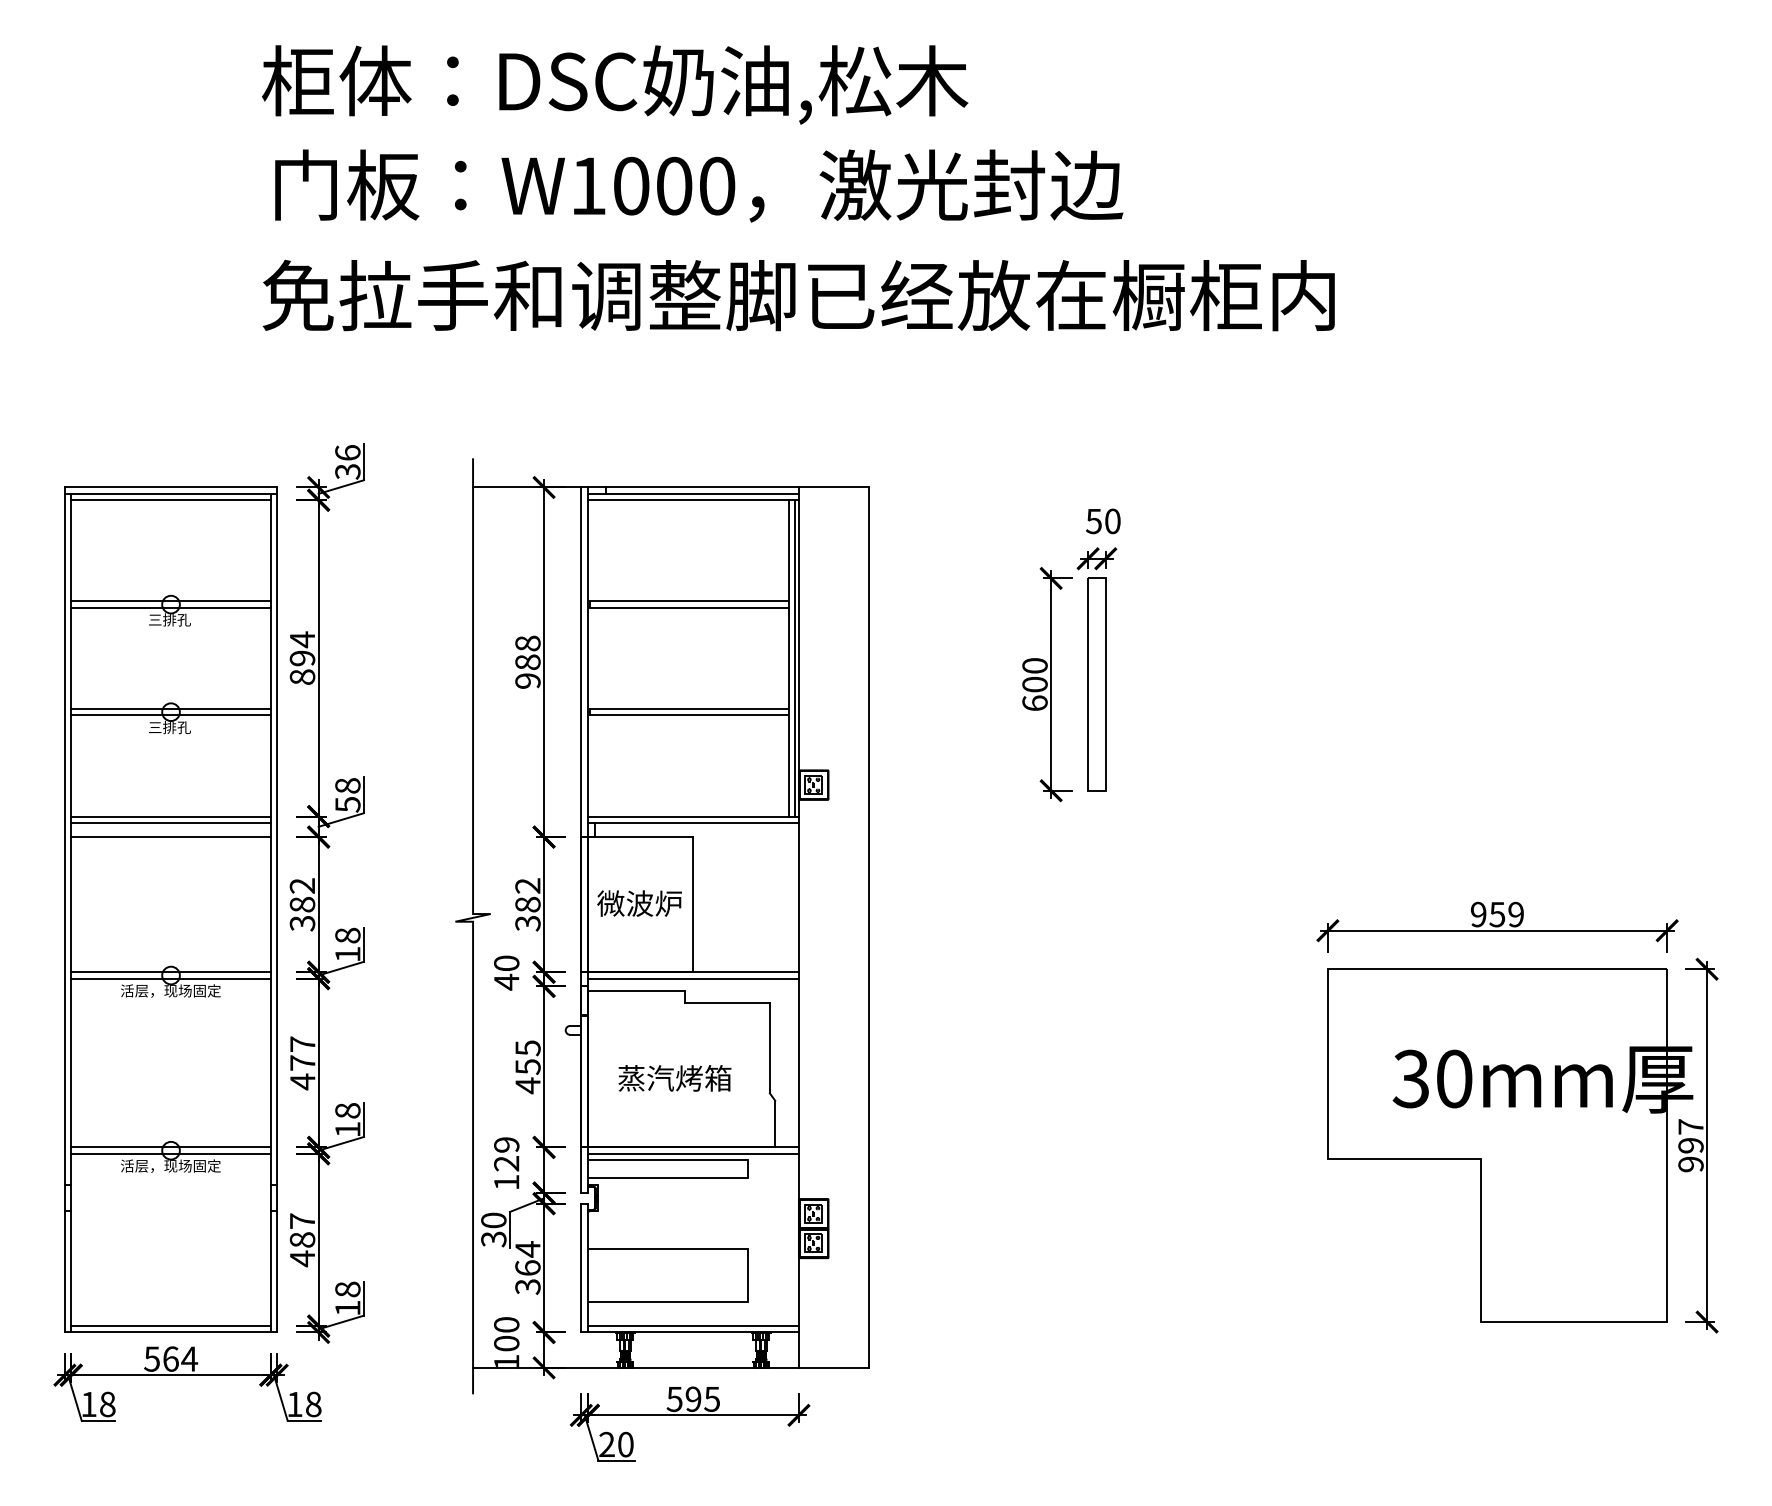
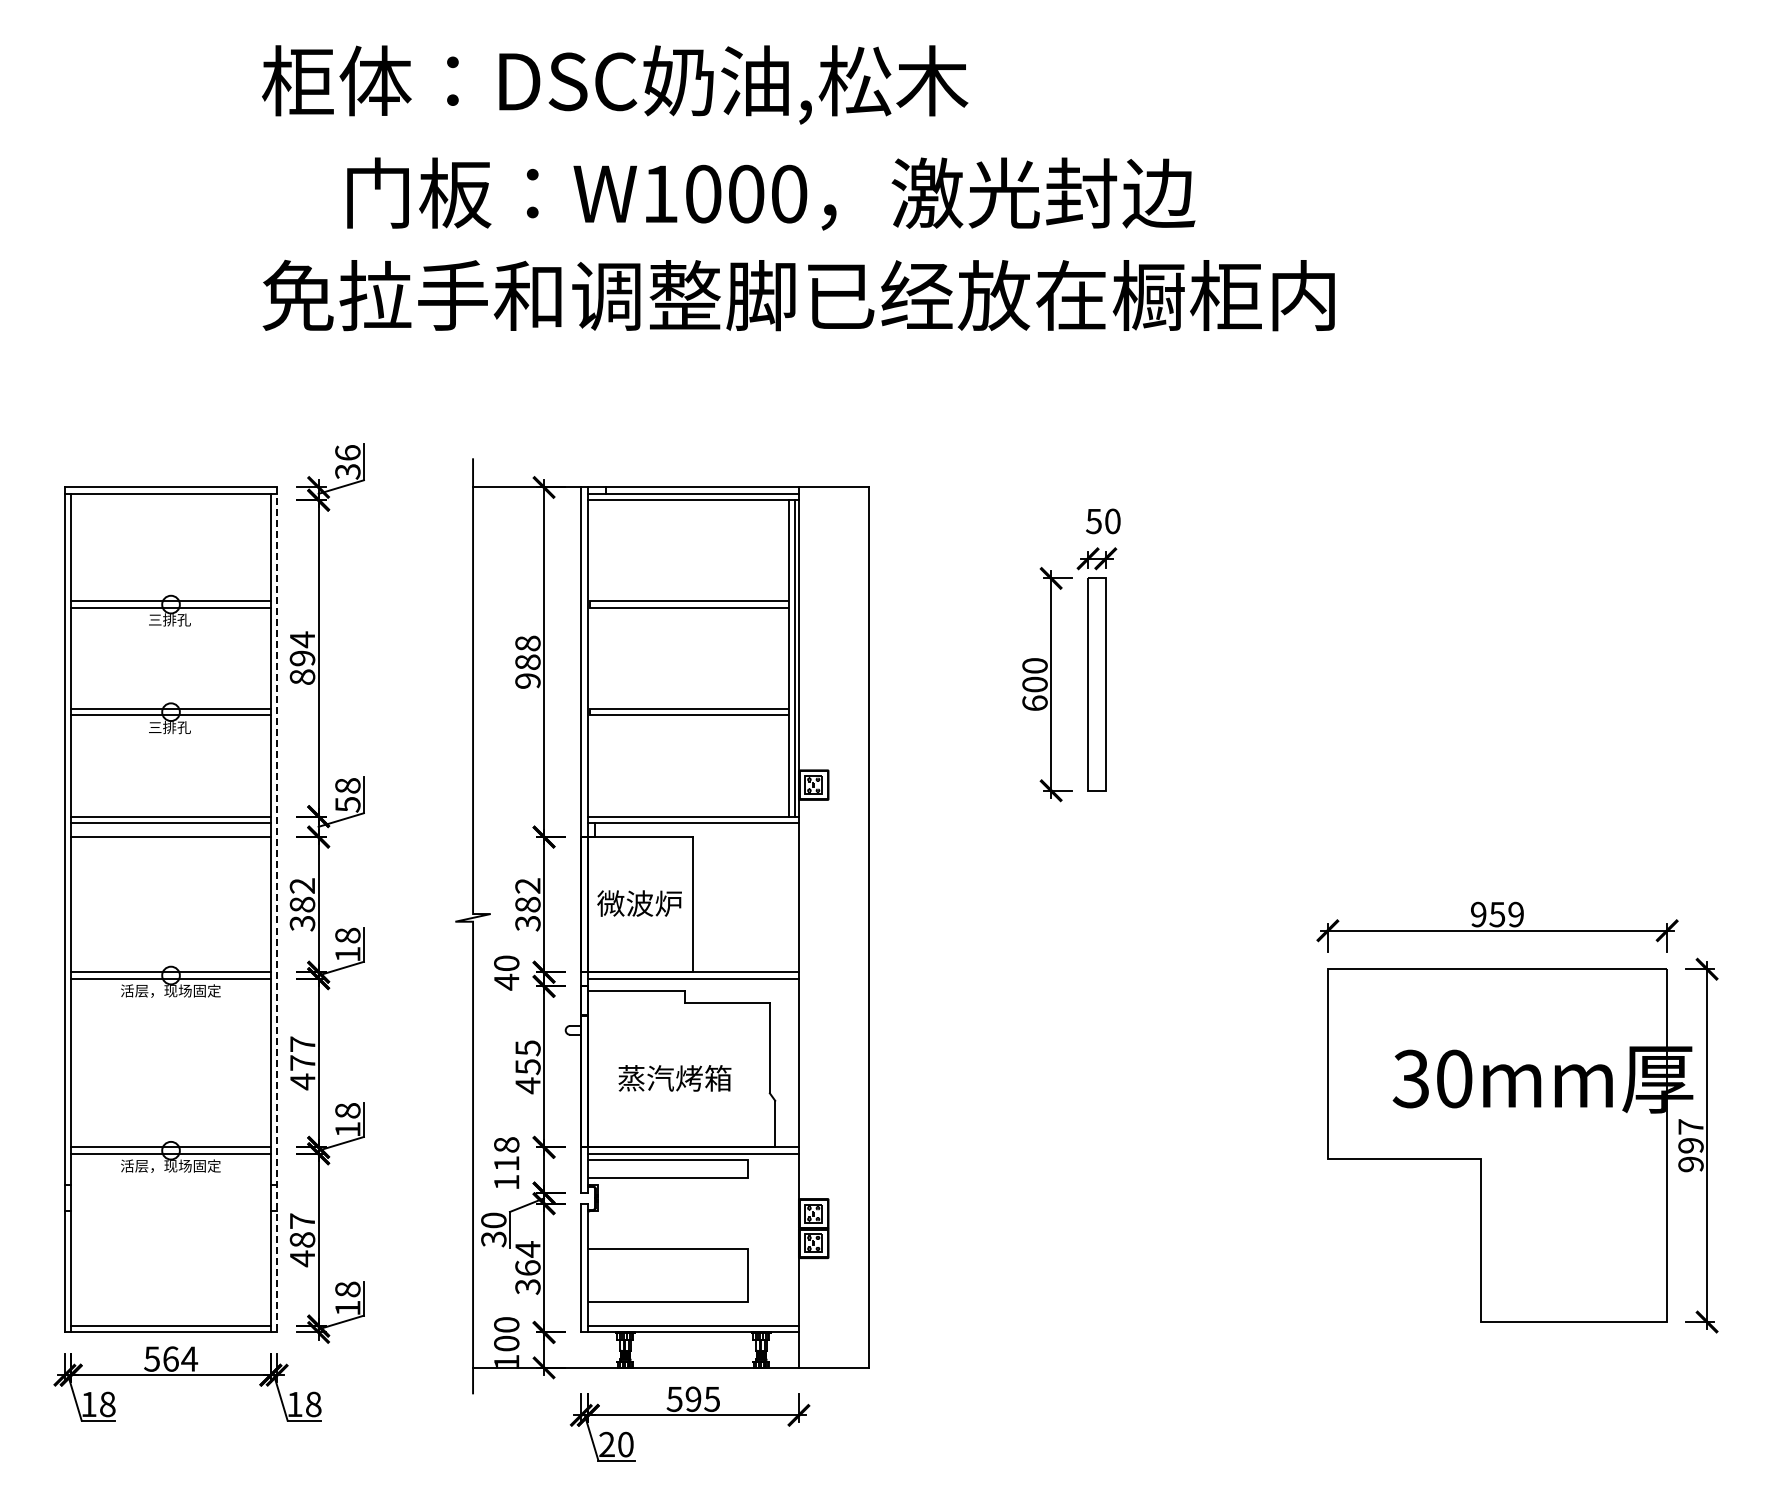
text at (699, 185) position: (699, 185) -> (771, 193)
line at (170, 500): present -> none
line at (277, 910): solid -> dashed
text at (506, 1154): 129 -> 118
